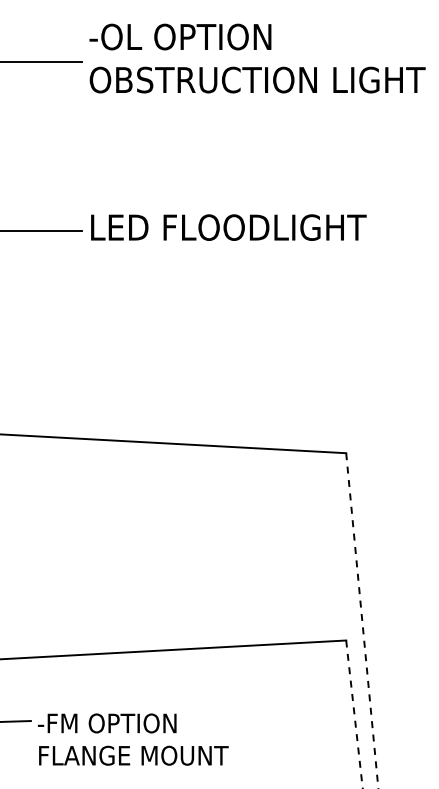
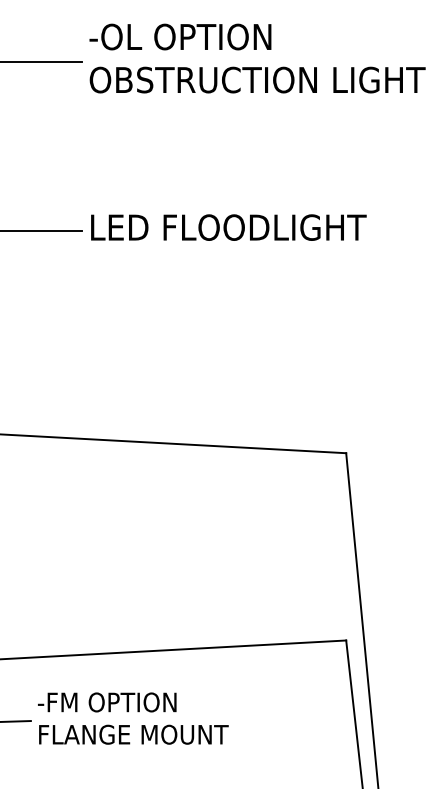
line at (362, 621): dashed -> solid
line at (354, 714): dashed -> solid
text at (133, 739) position: (133, 739) -> (133, 718)
